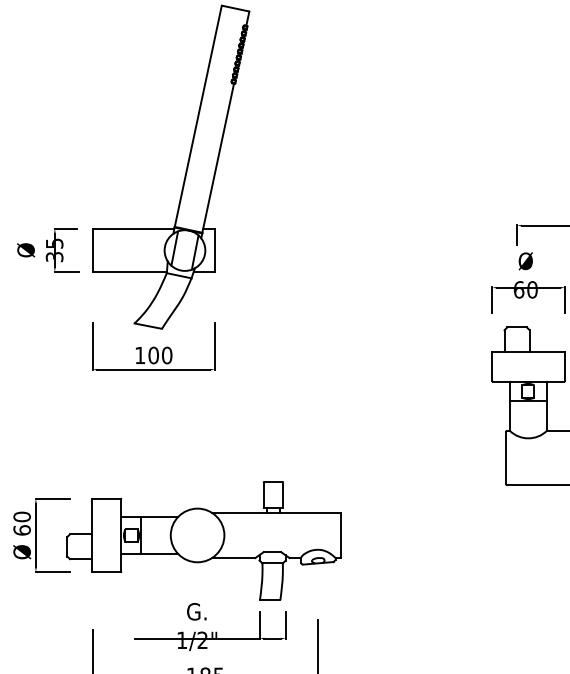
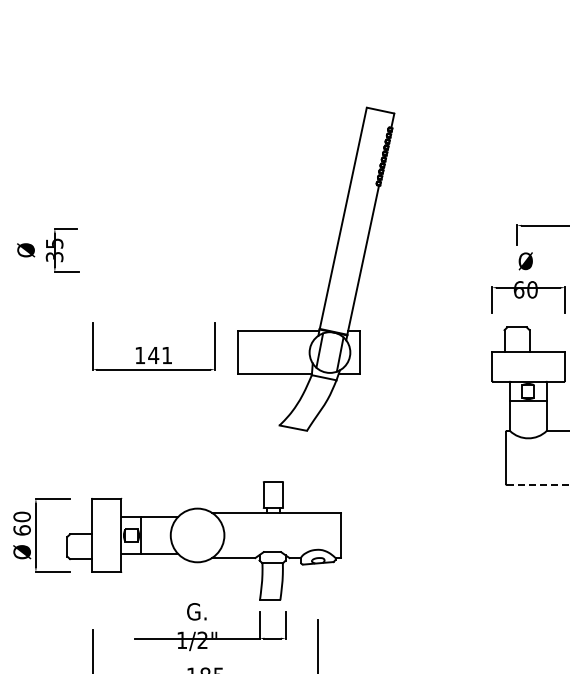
part at (185, 170) position: (185, 170) -> (330, 272)
text at (160, 355): 100 -> 141
line at (538, 485): solid -> dashed
